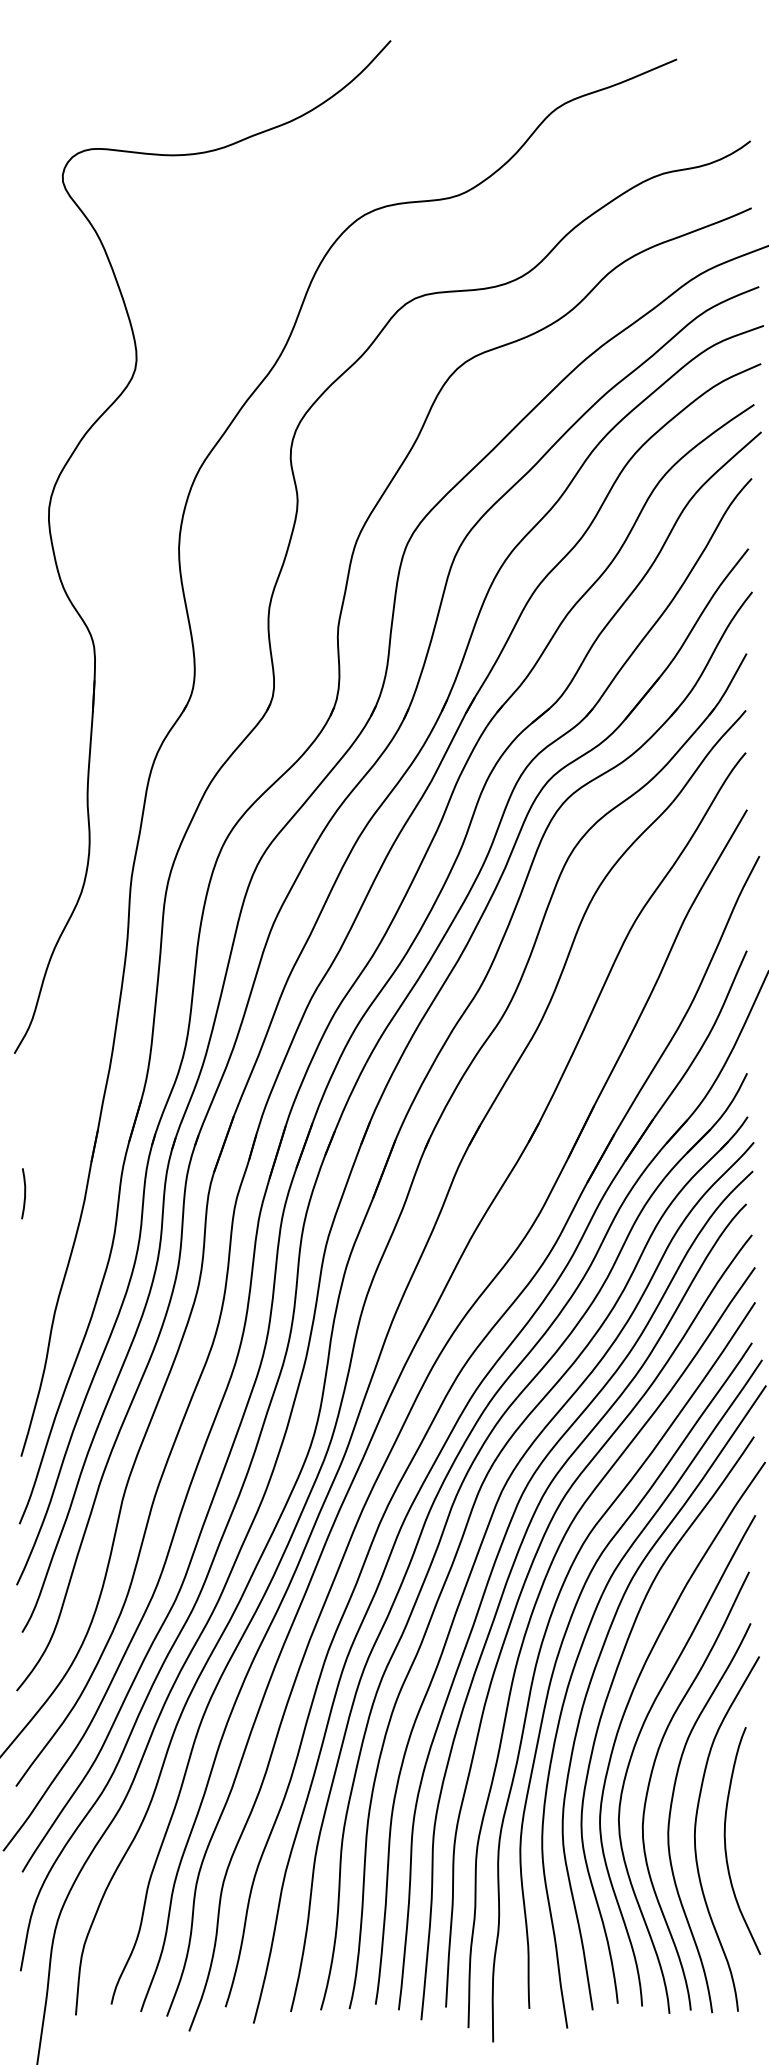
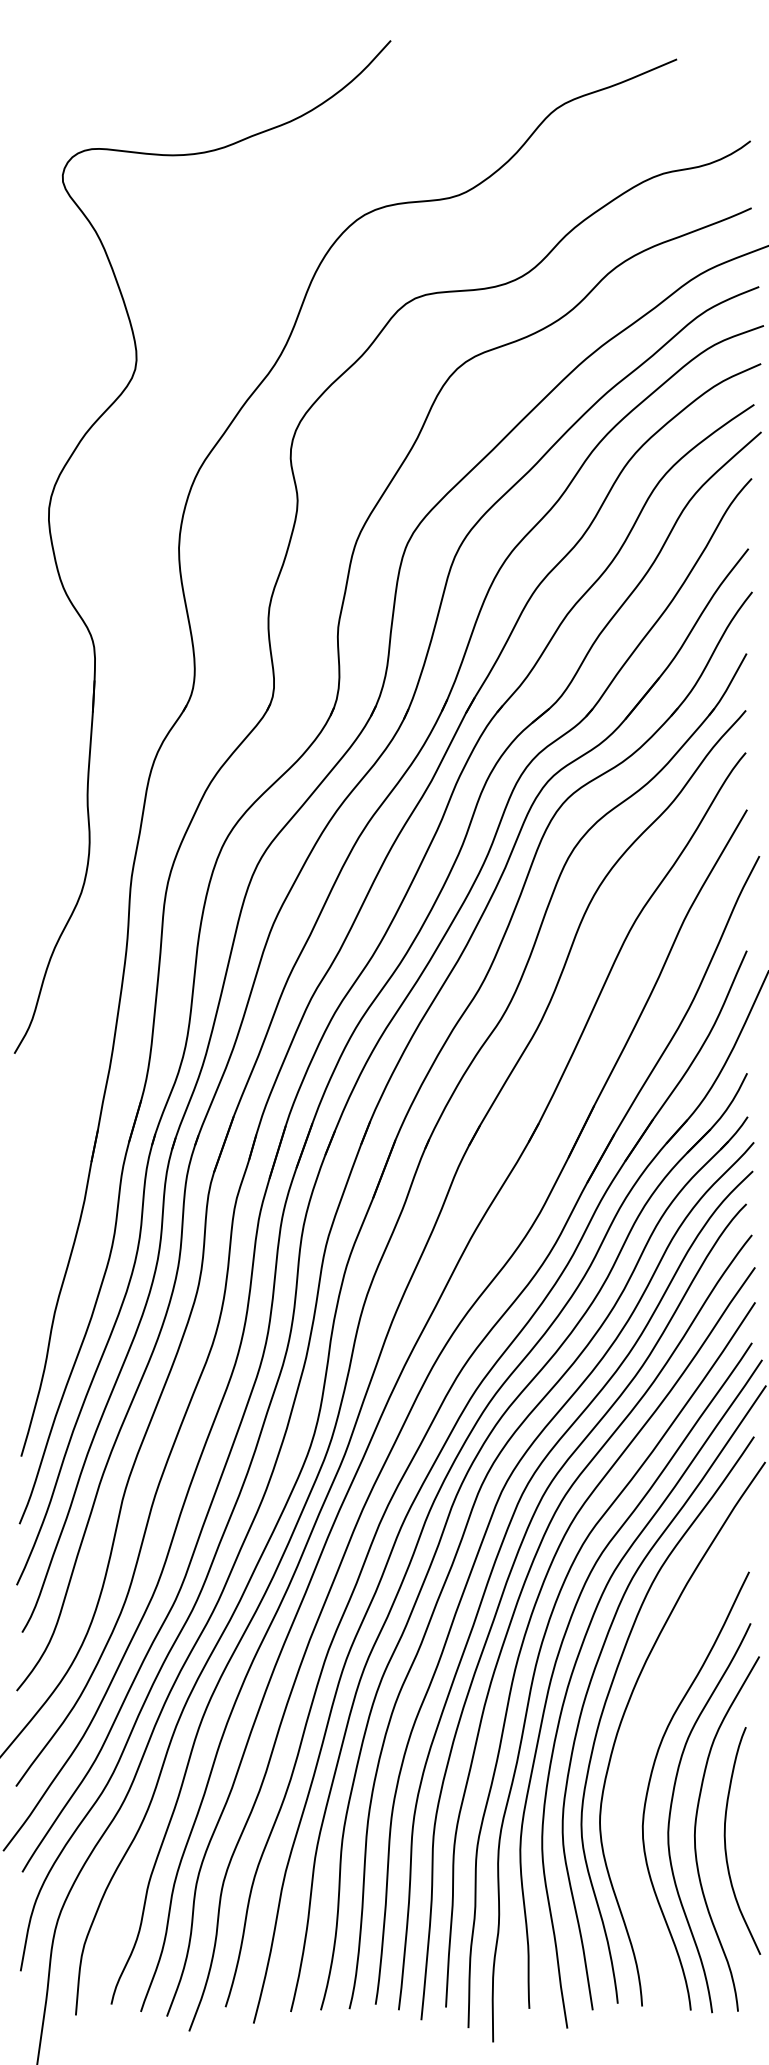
curve at (24, 1193): present -> none
curve at (637, 1742): present -> none
